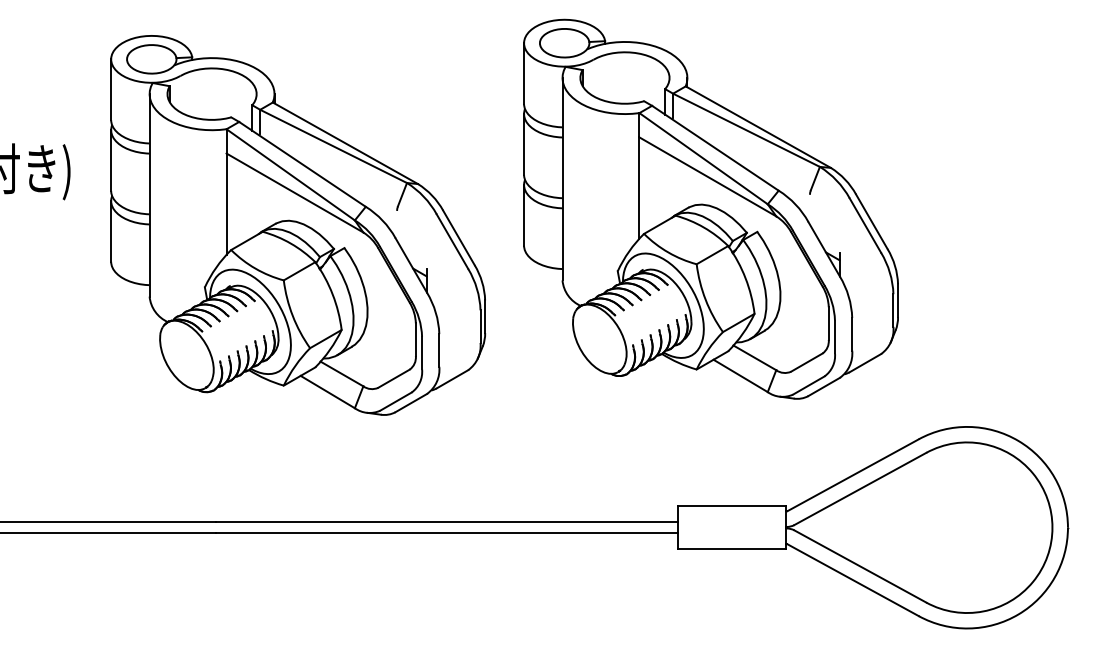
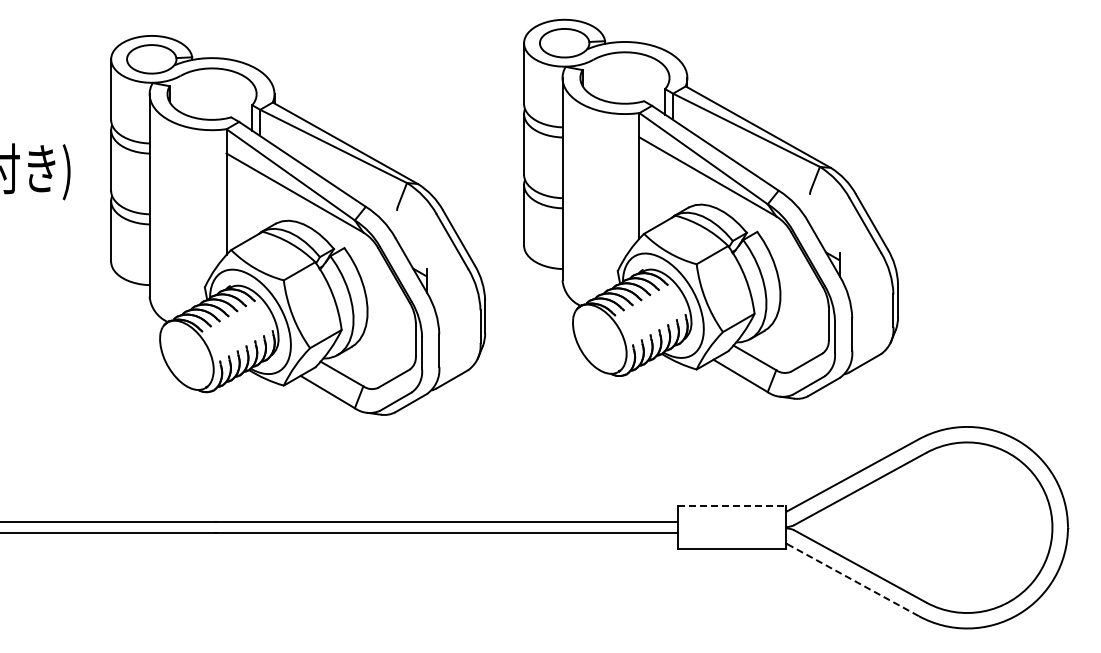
line at (732, 506): solid -> dashed
line at (852, 579): solid -> dashed
